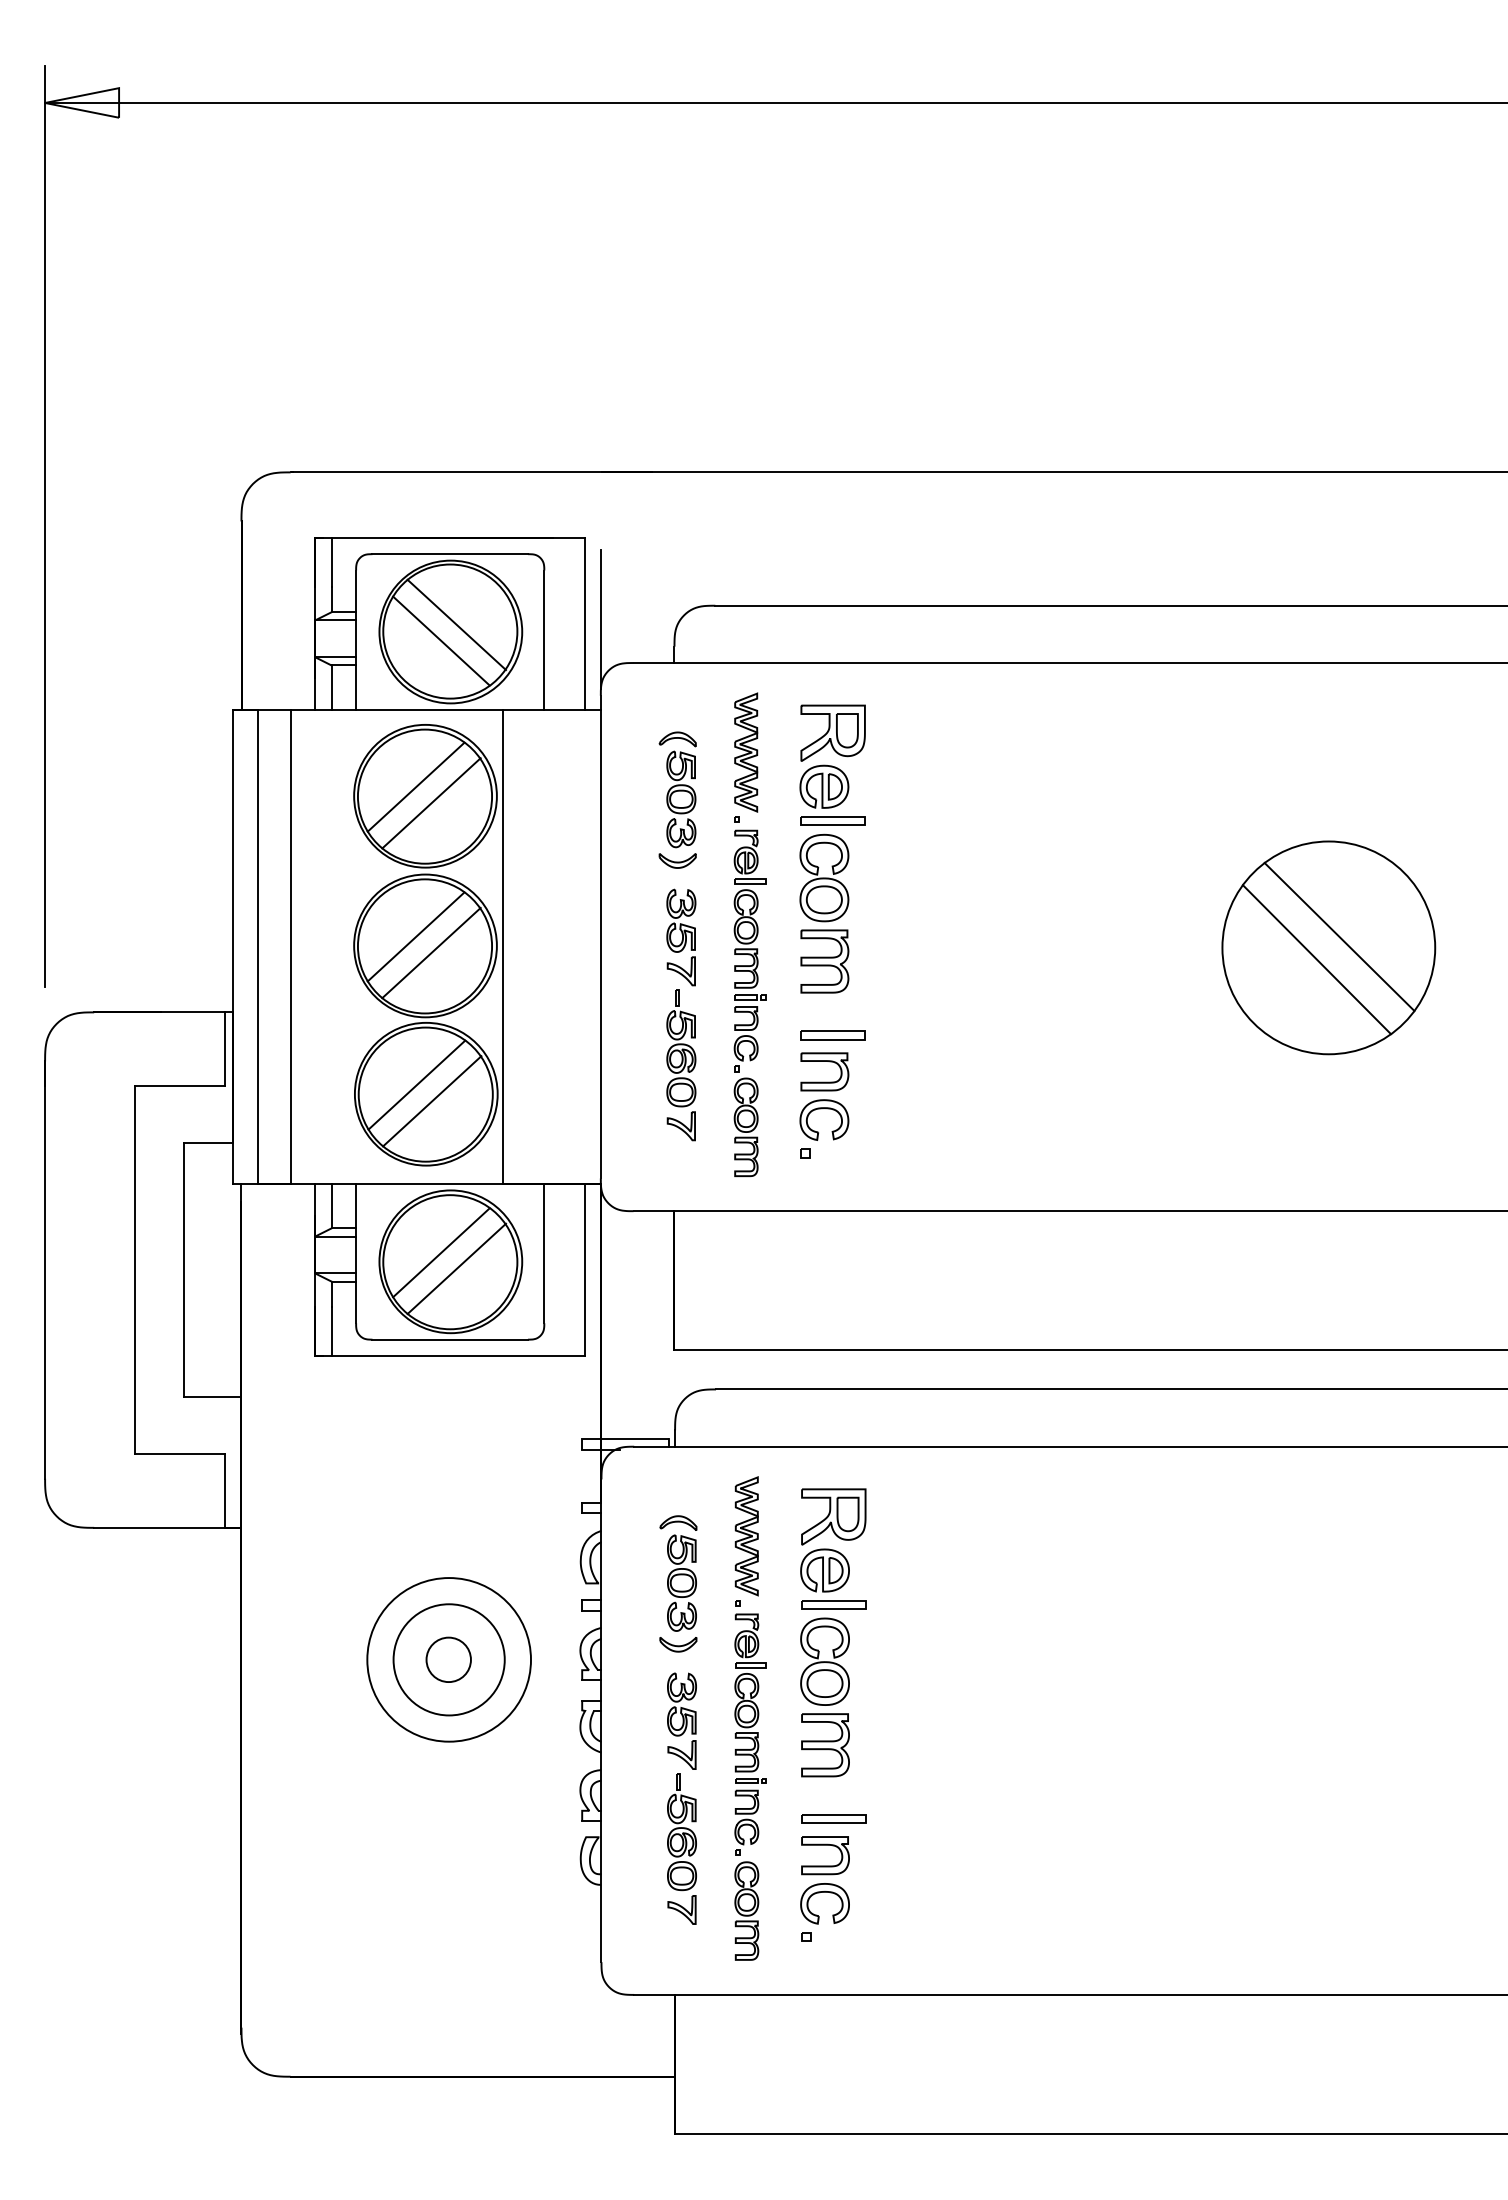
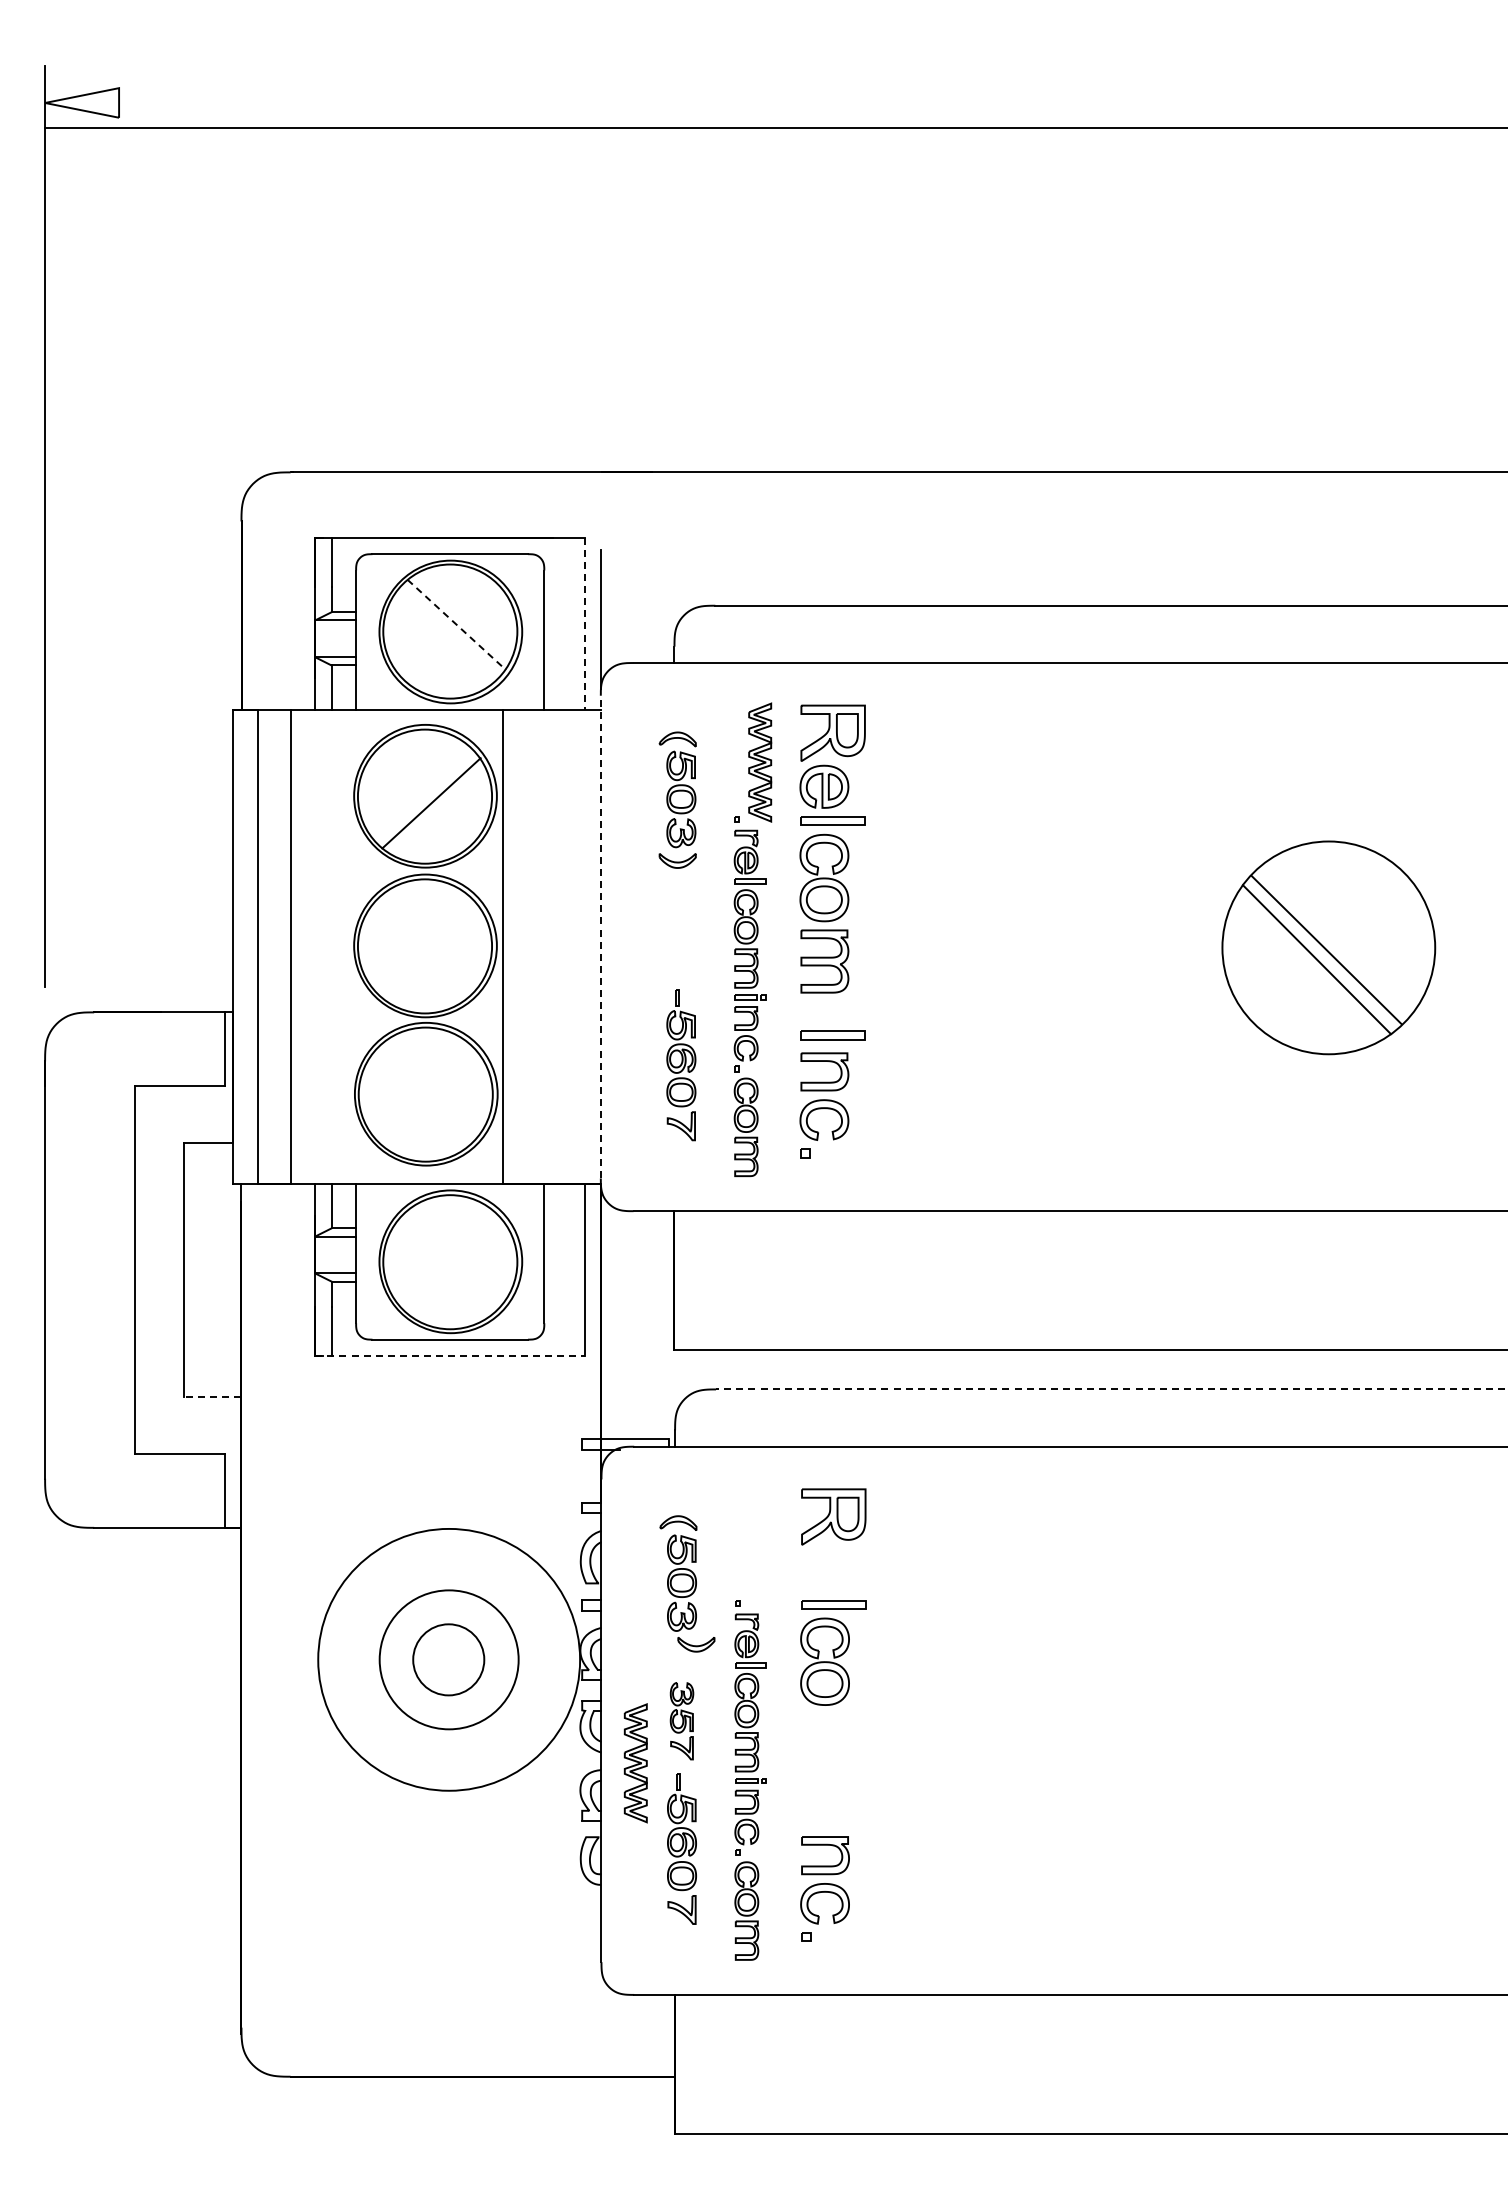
line at (774, 102) position: (774, 102) -> (774, 127)
line at (585, 623): solid -> dashed
line at (456, 624): solid -> dashed
line at (441, 640): present -> none
part at (746, 752) position: (746, 752) -> (760, 762)
line at (415, 786): present -> none
line at (415, 936): present -> none
line at (600, 936): solid -> dashed
line at (1339, 936) position: (1339, 936) -> (1326, 949)
part at (681, 937): present -> none
line at (431, 952): present -> none
line at (416, 1084): present -> none
line at (432, 1101): present -> none
line at (441, 1252): present -> none
line at (456, 1268): present -> none
line at (450, 1356): solid -> dashed
line at (1111, 1389): solid -> dashed
line at (212, 1396): solid -> dashed
part at (746, 1536) position: (746, 1536) -> (635, 1763)
part at (824, 1570): present -> none
part at (678, 1644) position: (678, 1644) -> (696, 1644)
circle at (448, 1659) diameter: 111 px -> 139 px
circle at (448, 1659) diameter: 44 px -> 71 px
circle at (449, 1659) diameter: 164 px -> 262 px
part at (681, 1720) size: 30x98 px -> 26x79 px
part at (825, 1745): present -> none
part at (833, 1818): present -> none
